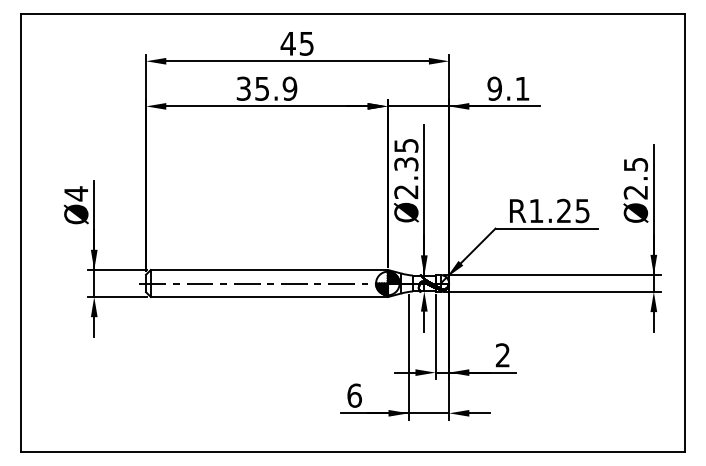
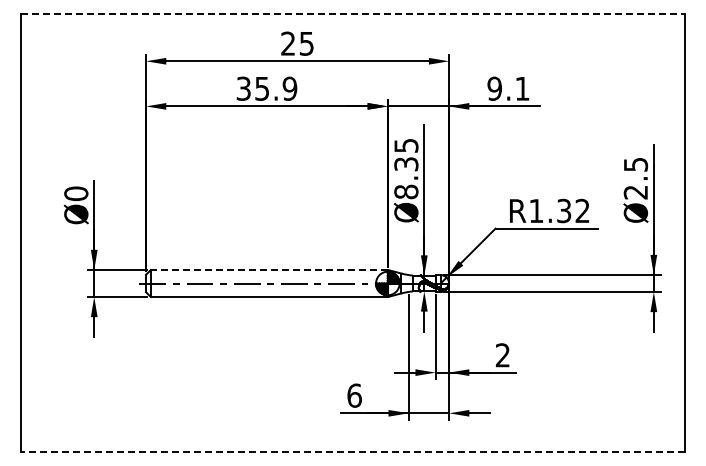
line at (353, 14): solid -> dashed
text at (287, 43): 45 -> 25
text at (406, 191): Ø2.35 -> Ø8.35
text at (76, 193): Ø4 -> Ø0
text at (573, 210): R1.25 -> R1.32
line at (269, 270): solid -> dashed
line at (353, 451): solid -> dashed
